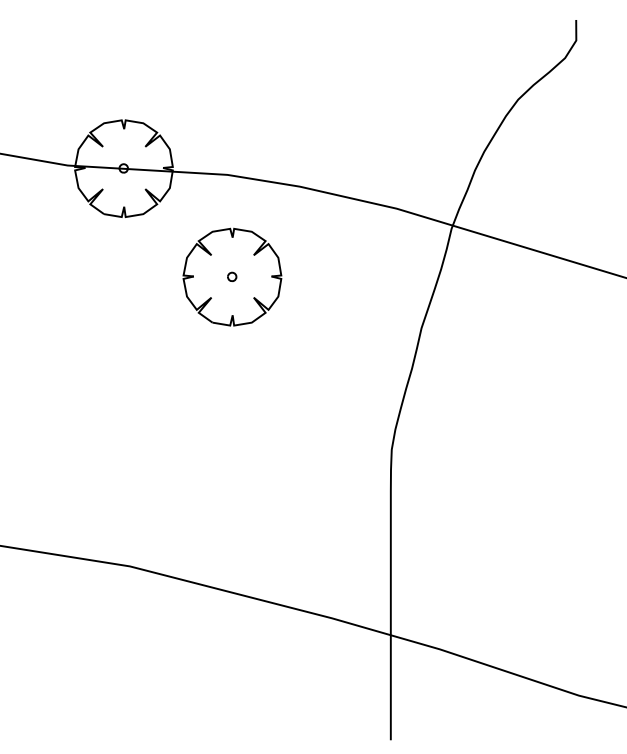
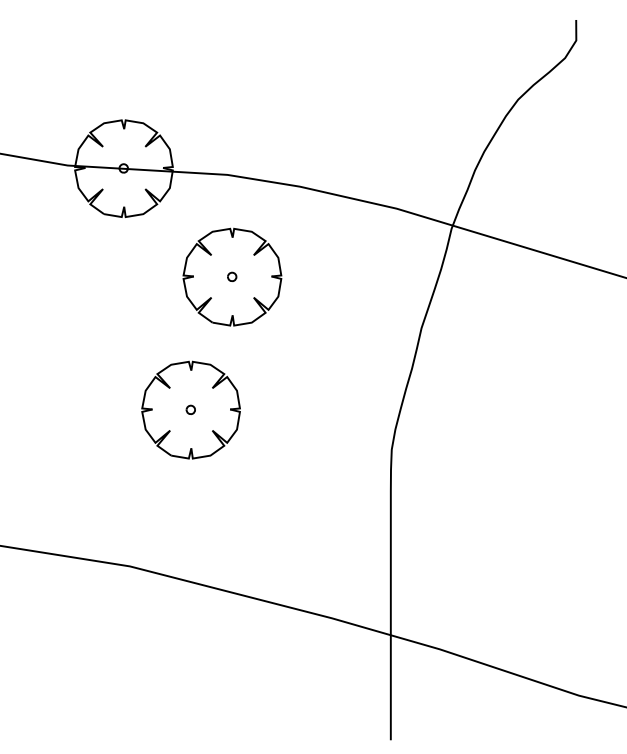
part at (190, 409): none -> present
